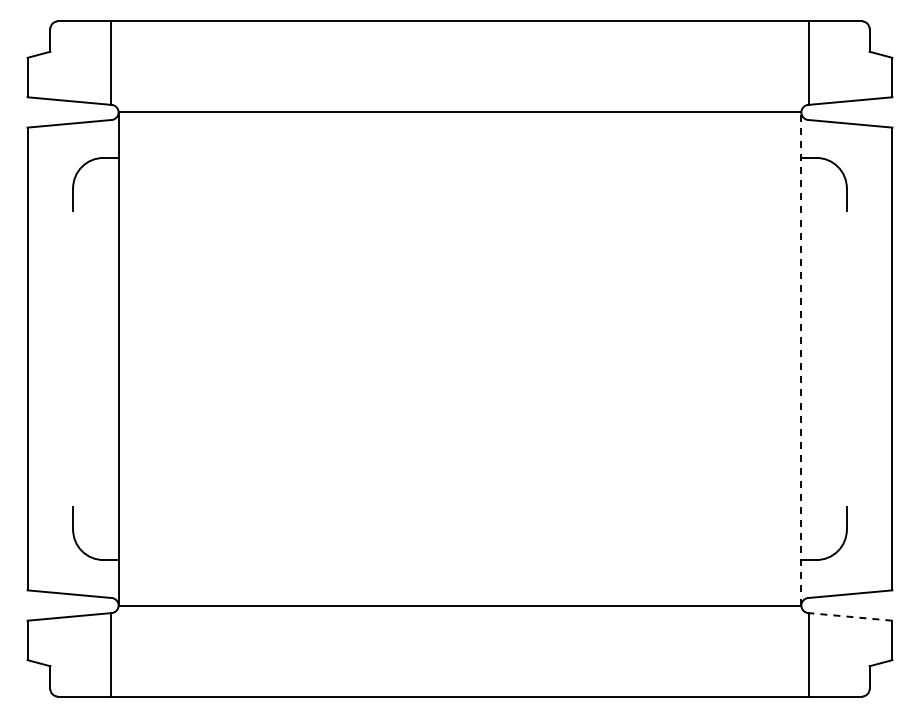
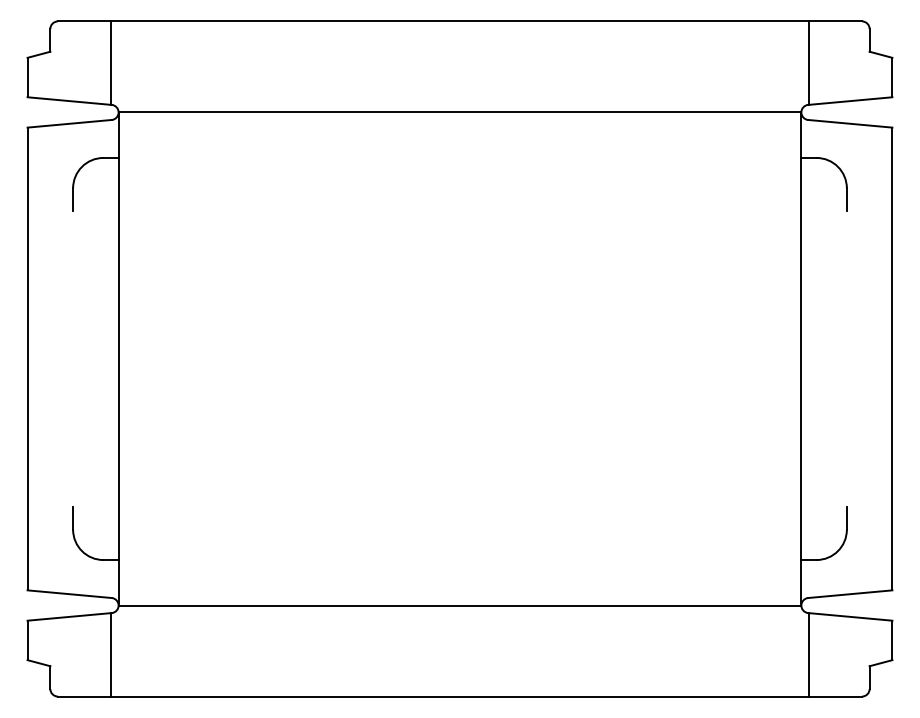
line at (801, 359): dashed -> solid
line at (849, 616): dashed -> solid
